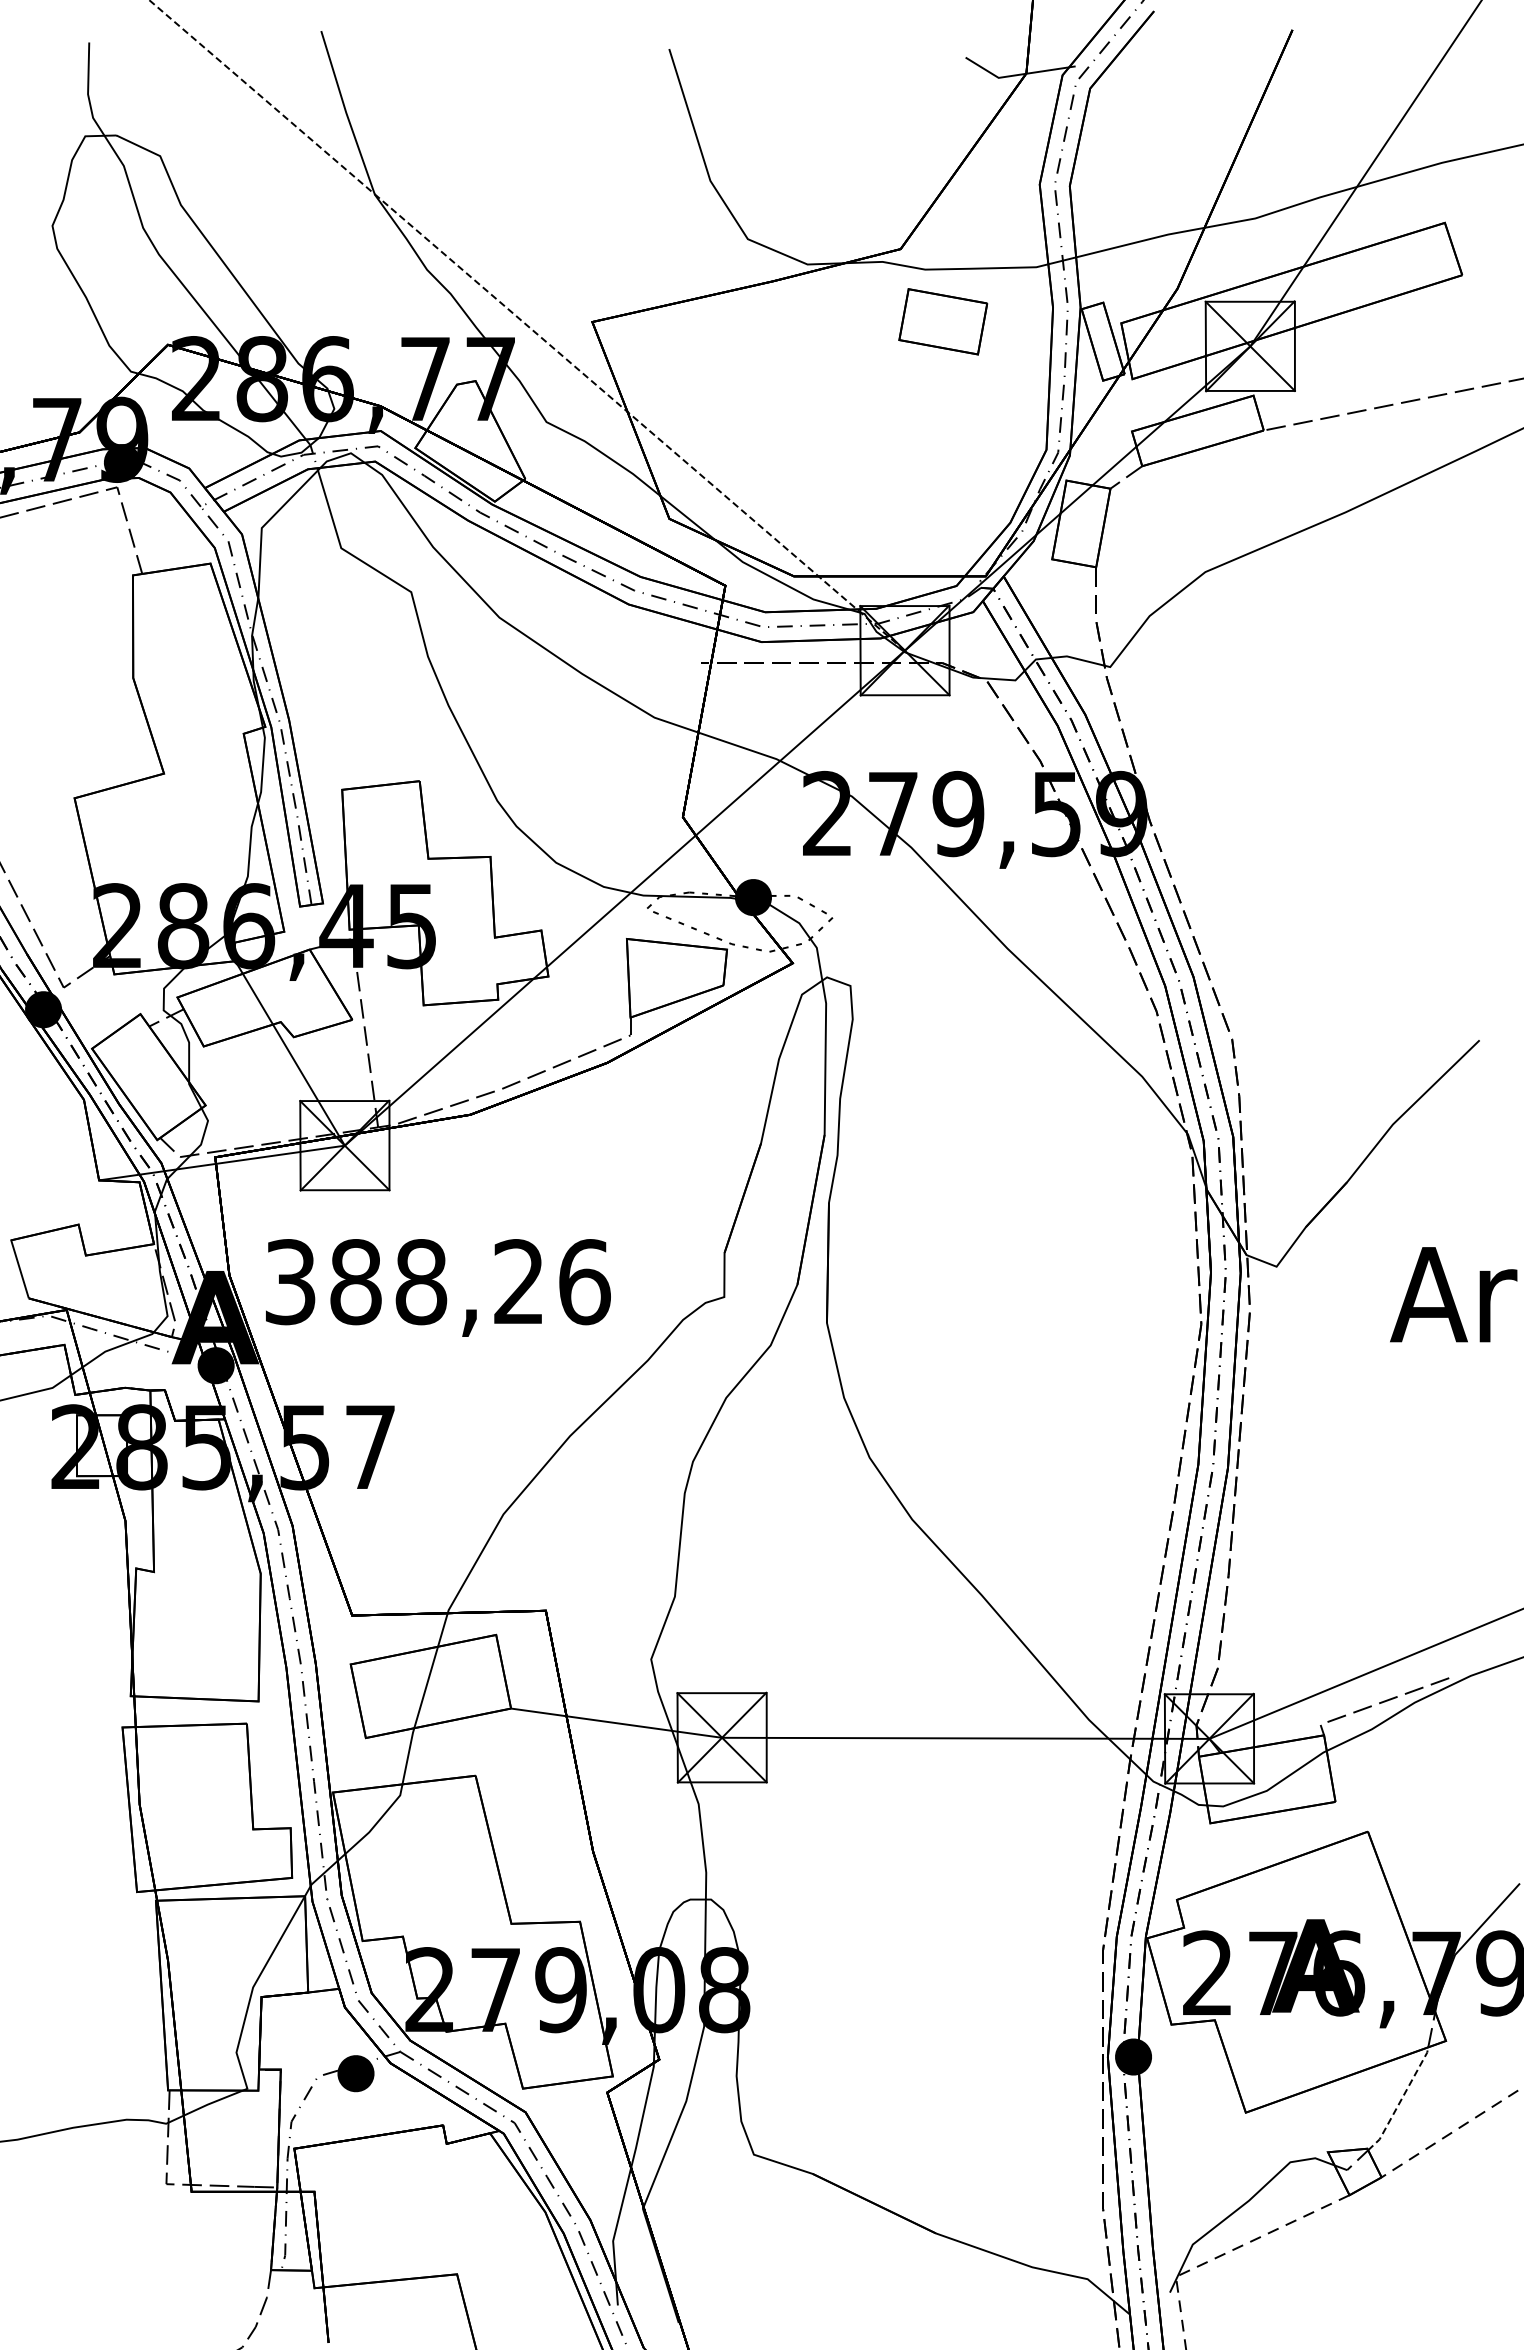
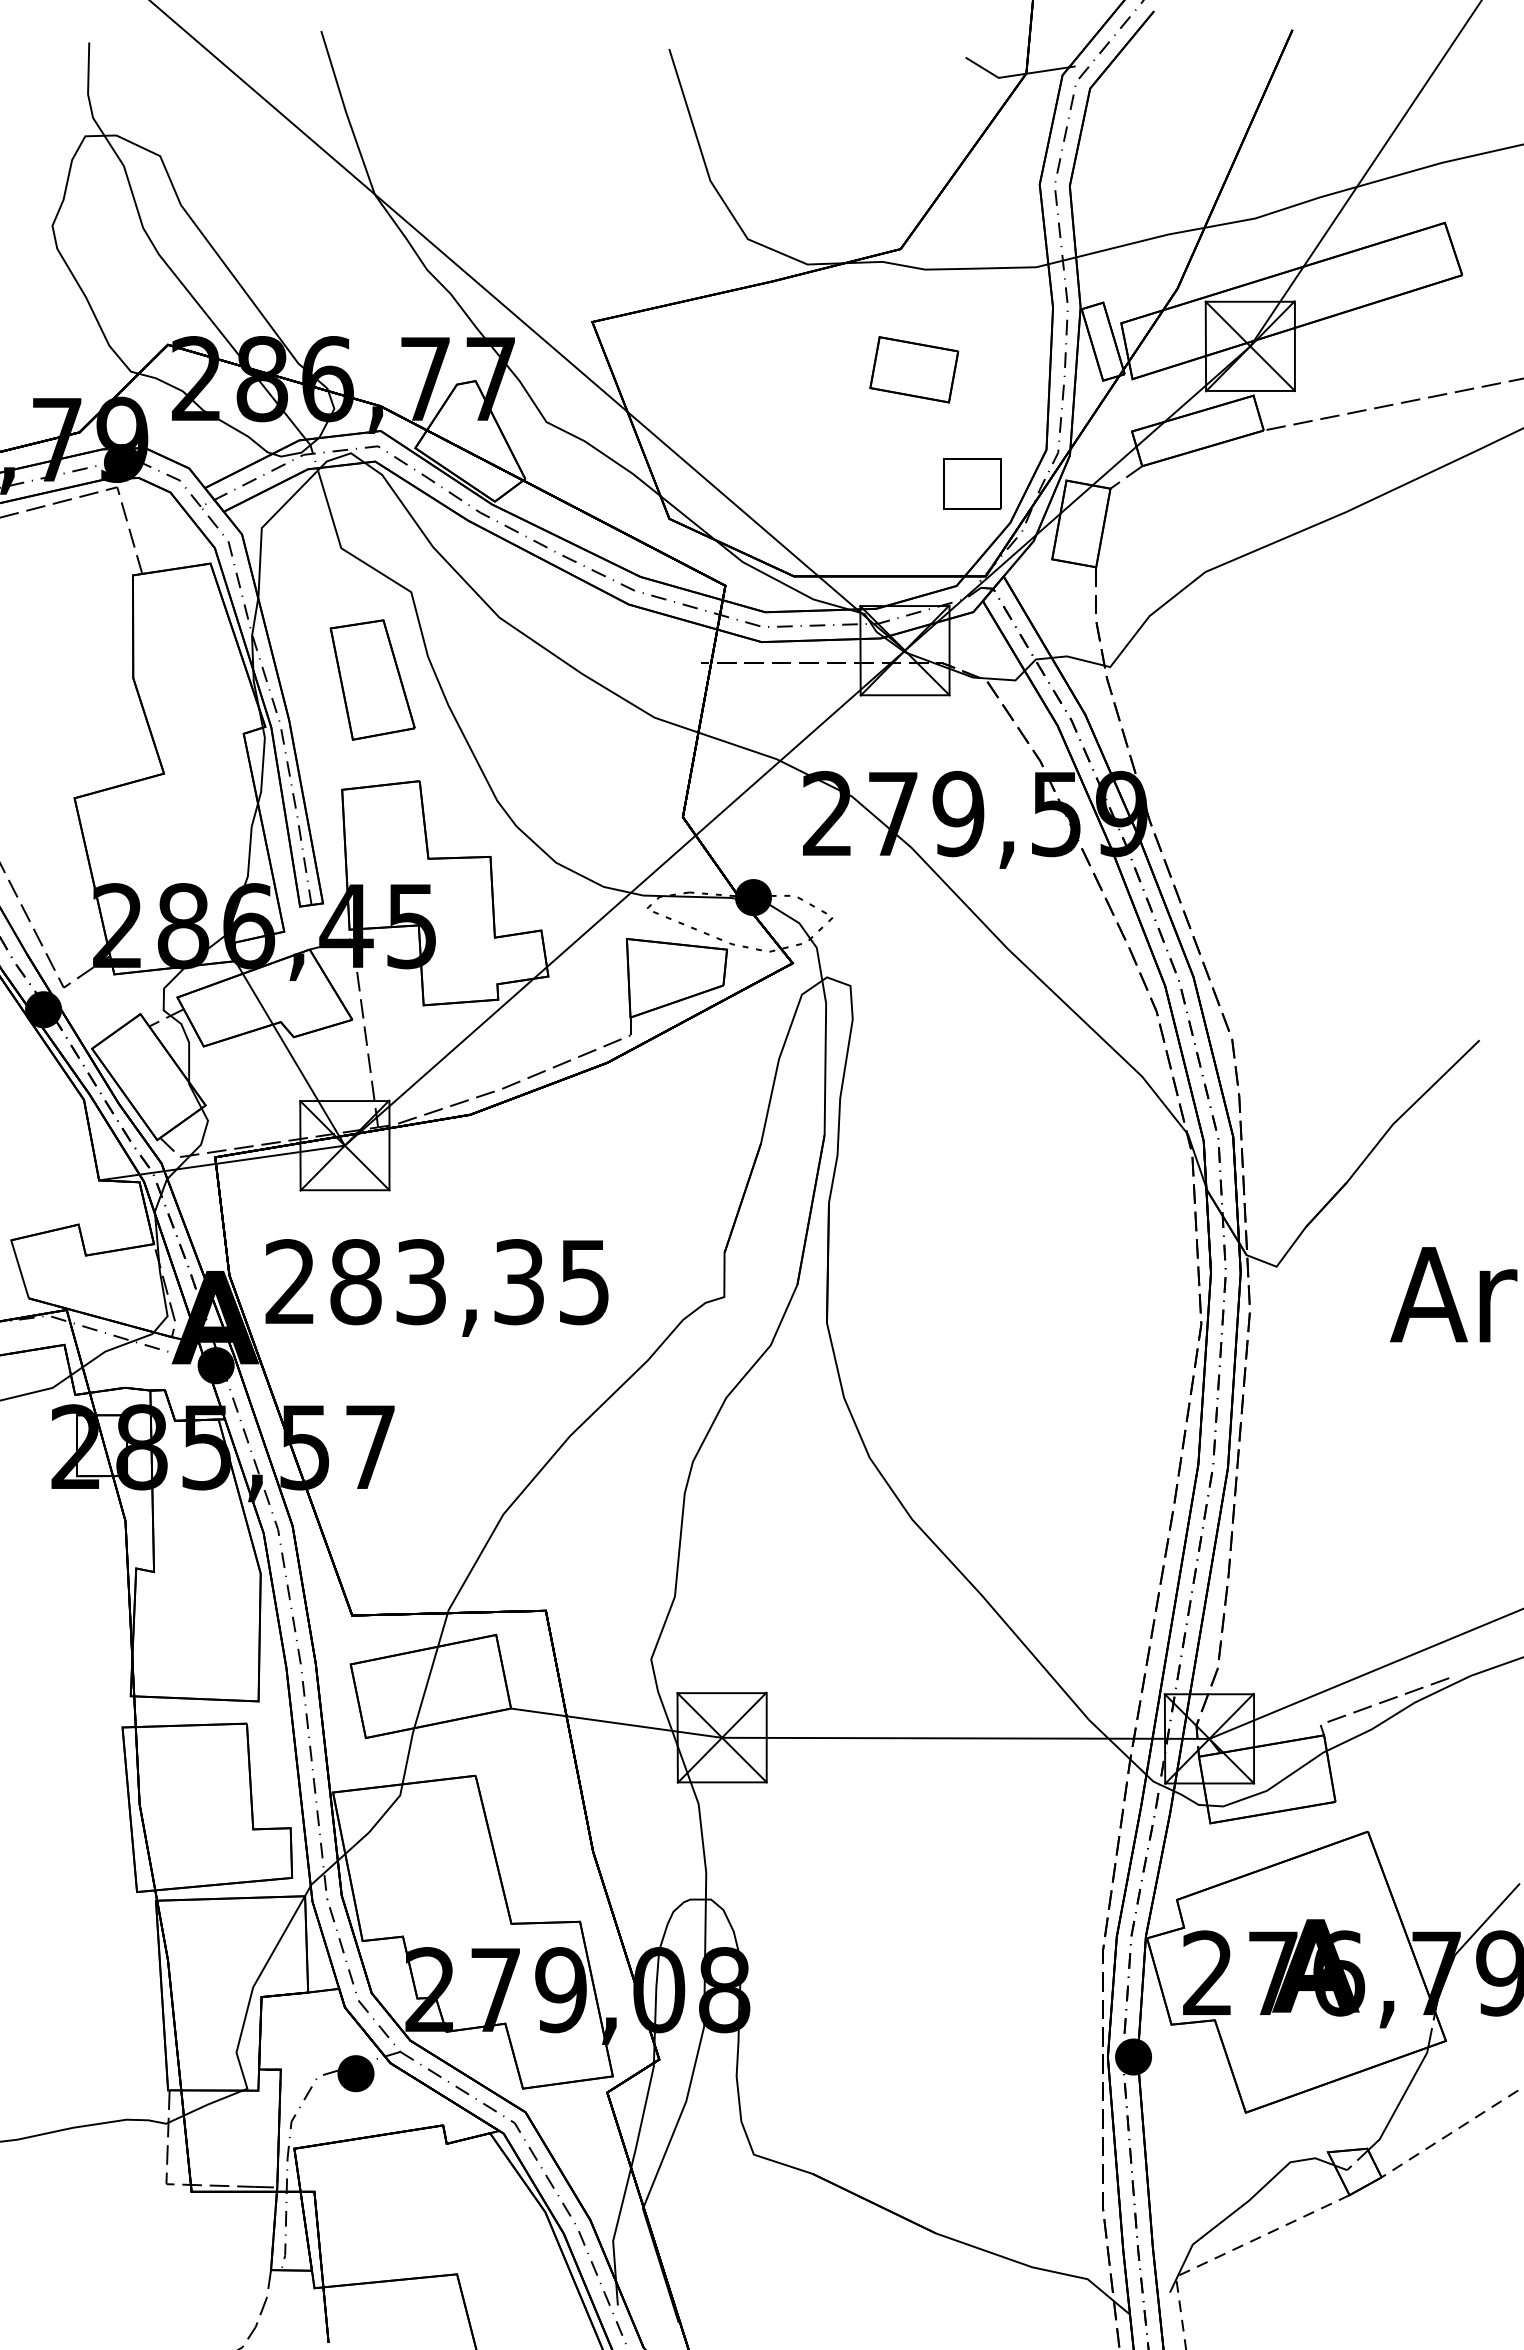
part at (943, 321) position: (943, 321) -> (914, 369)
line at (526, 325): dashed -> solid
part at (972, 483): none -> present
part at (372, 679): none -> present
text at (437, 1282): 388,26 -> 283,35
line at (1401, 2099): dashed -> solid
